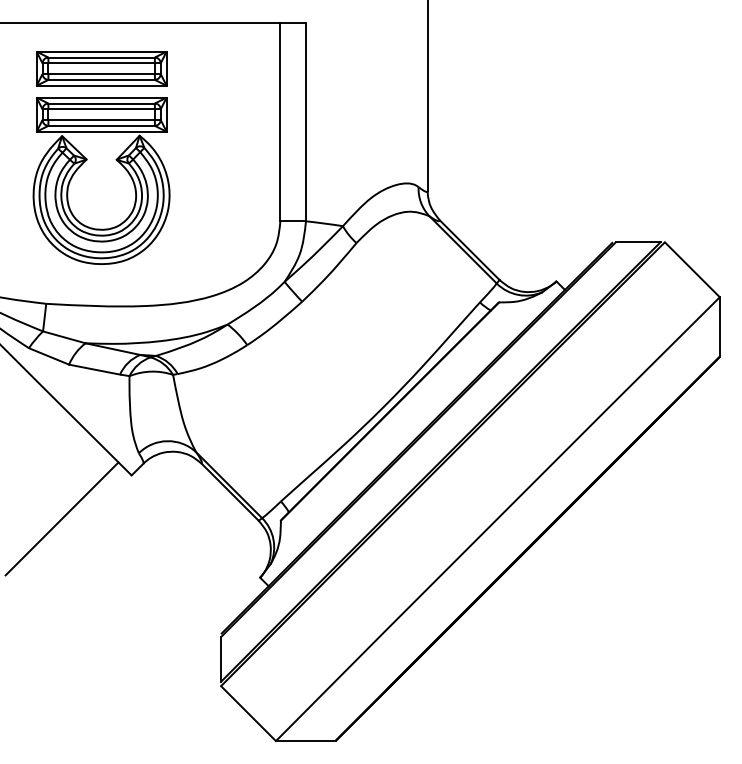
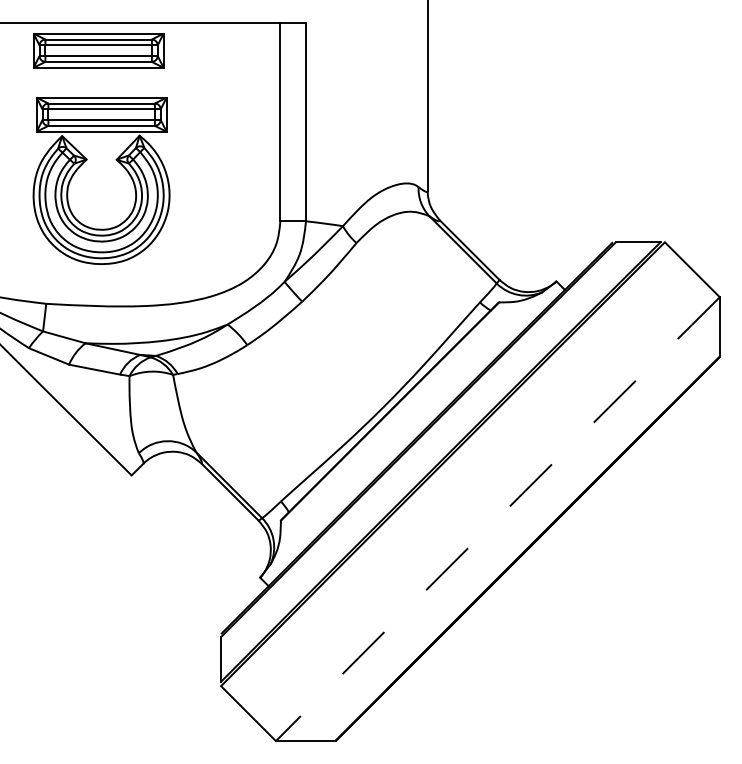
part at (101, 68) position: (101, 68) -> (98, 50)
line at (61, 518): present -> none
arc at (497, 518): solid -> dashed
